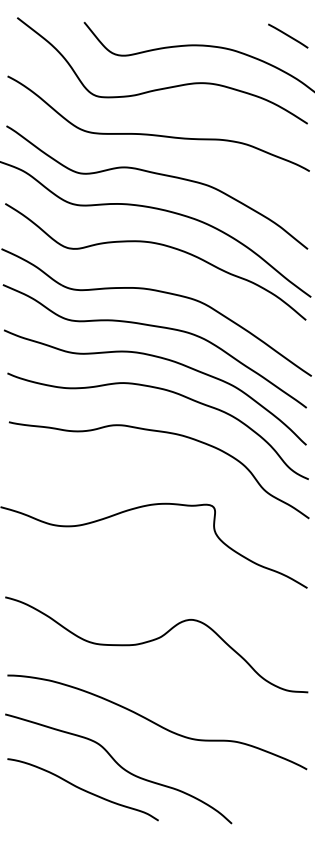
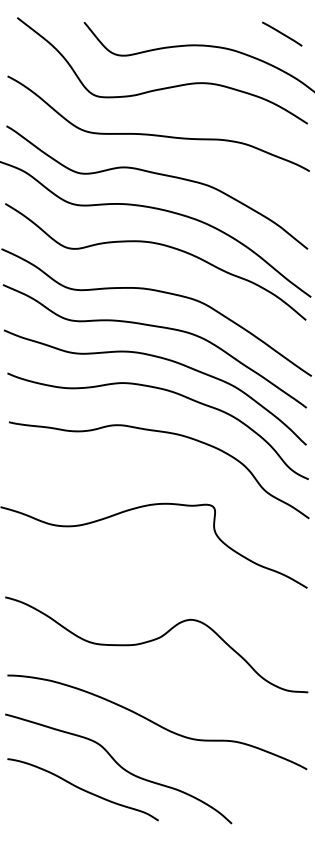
line at (288, 35) position: (288, 35) -> (282, 33)
